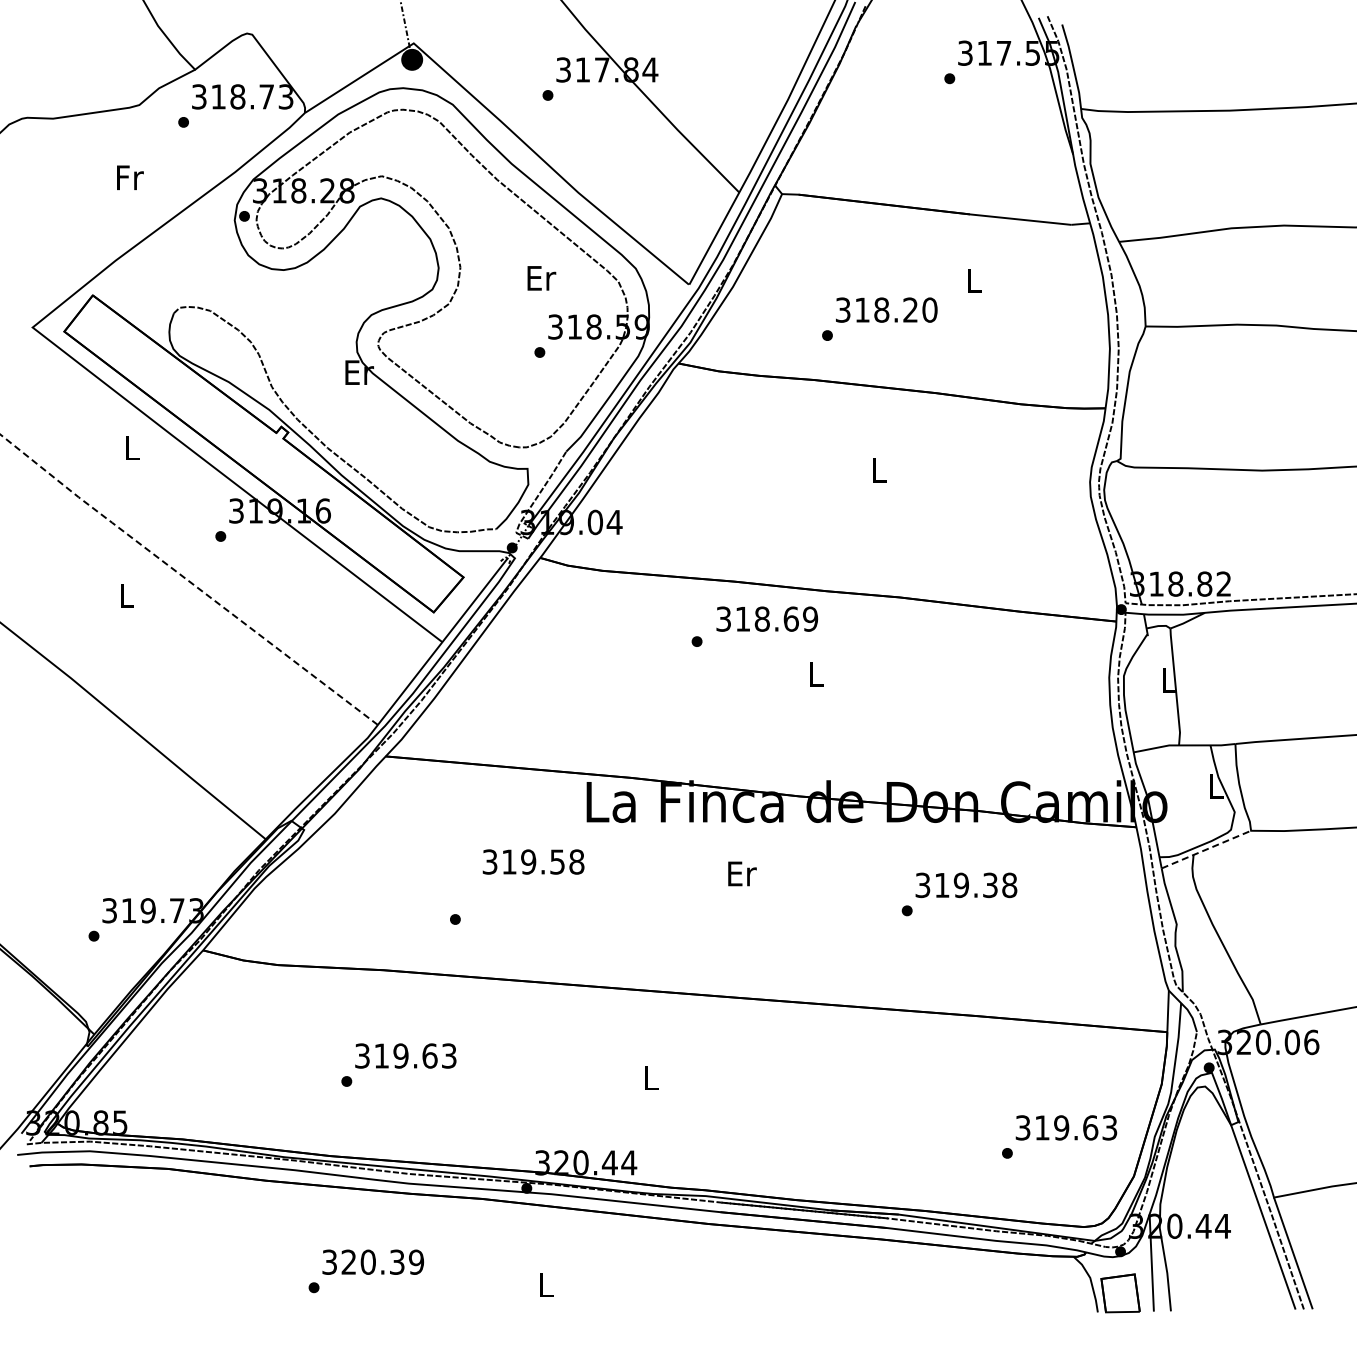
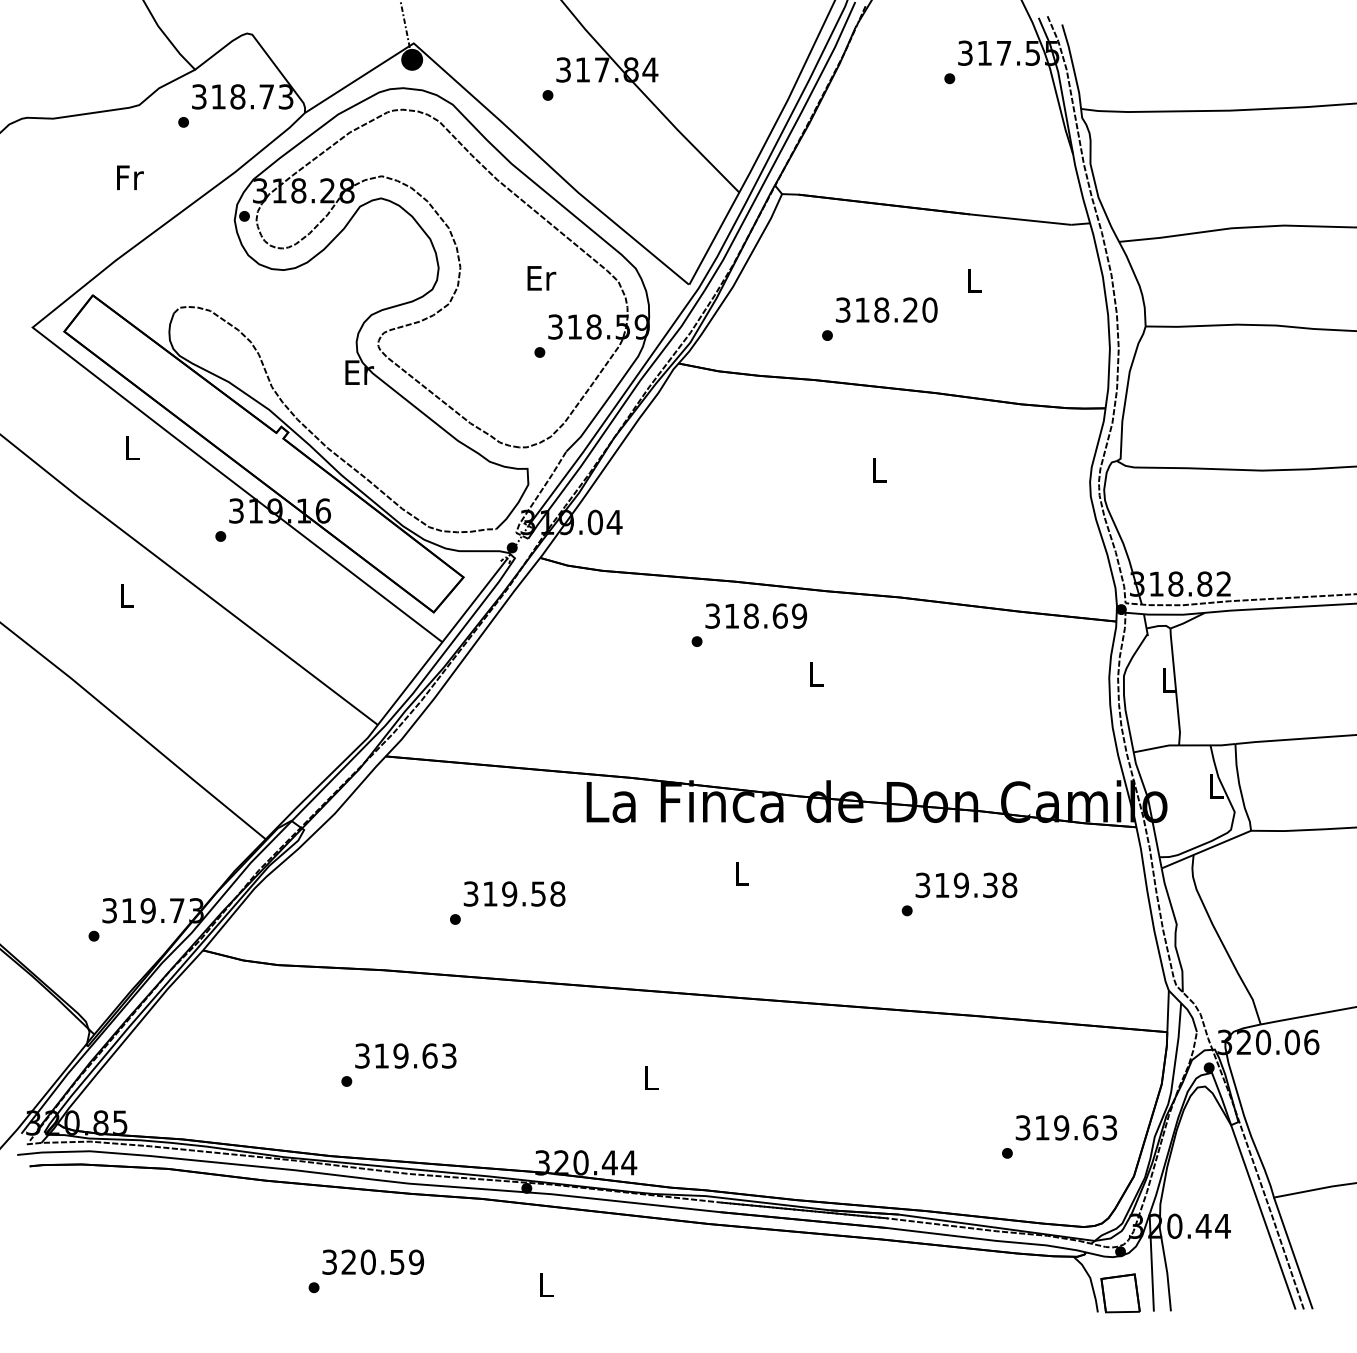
line at (186, 579): dashed -> solid
text at (767, 618) position: (767, 618) -> (756, 615)
line at (1206, 849): dashed -> solid
text at (533, 861) position: (533, 861) -> (514, 893)
text at (742, 873): Er -> L
text at (397, 1261): 320.39 -> 320.59
